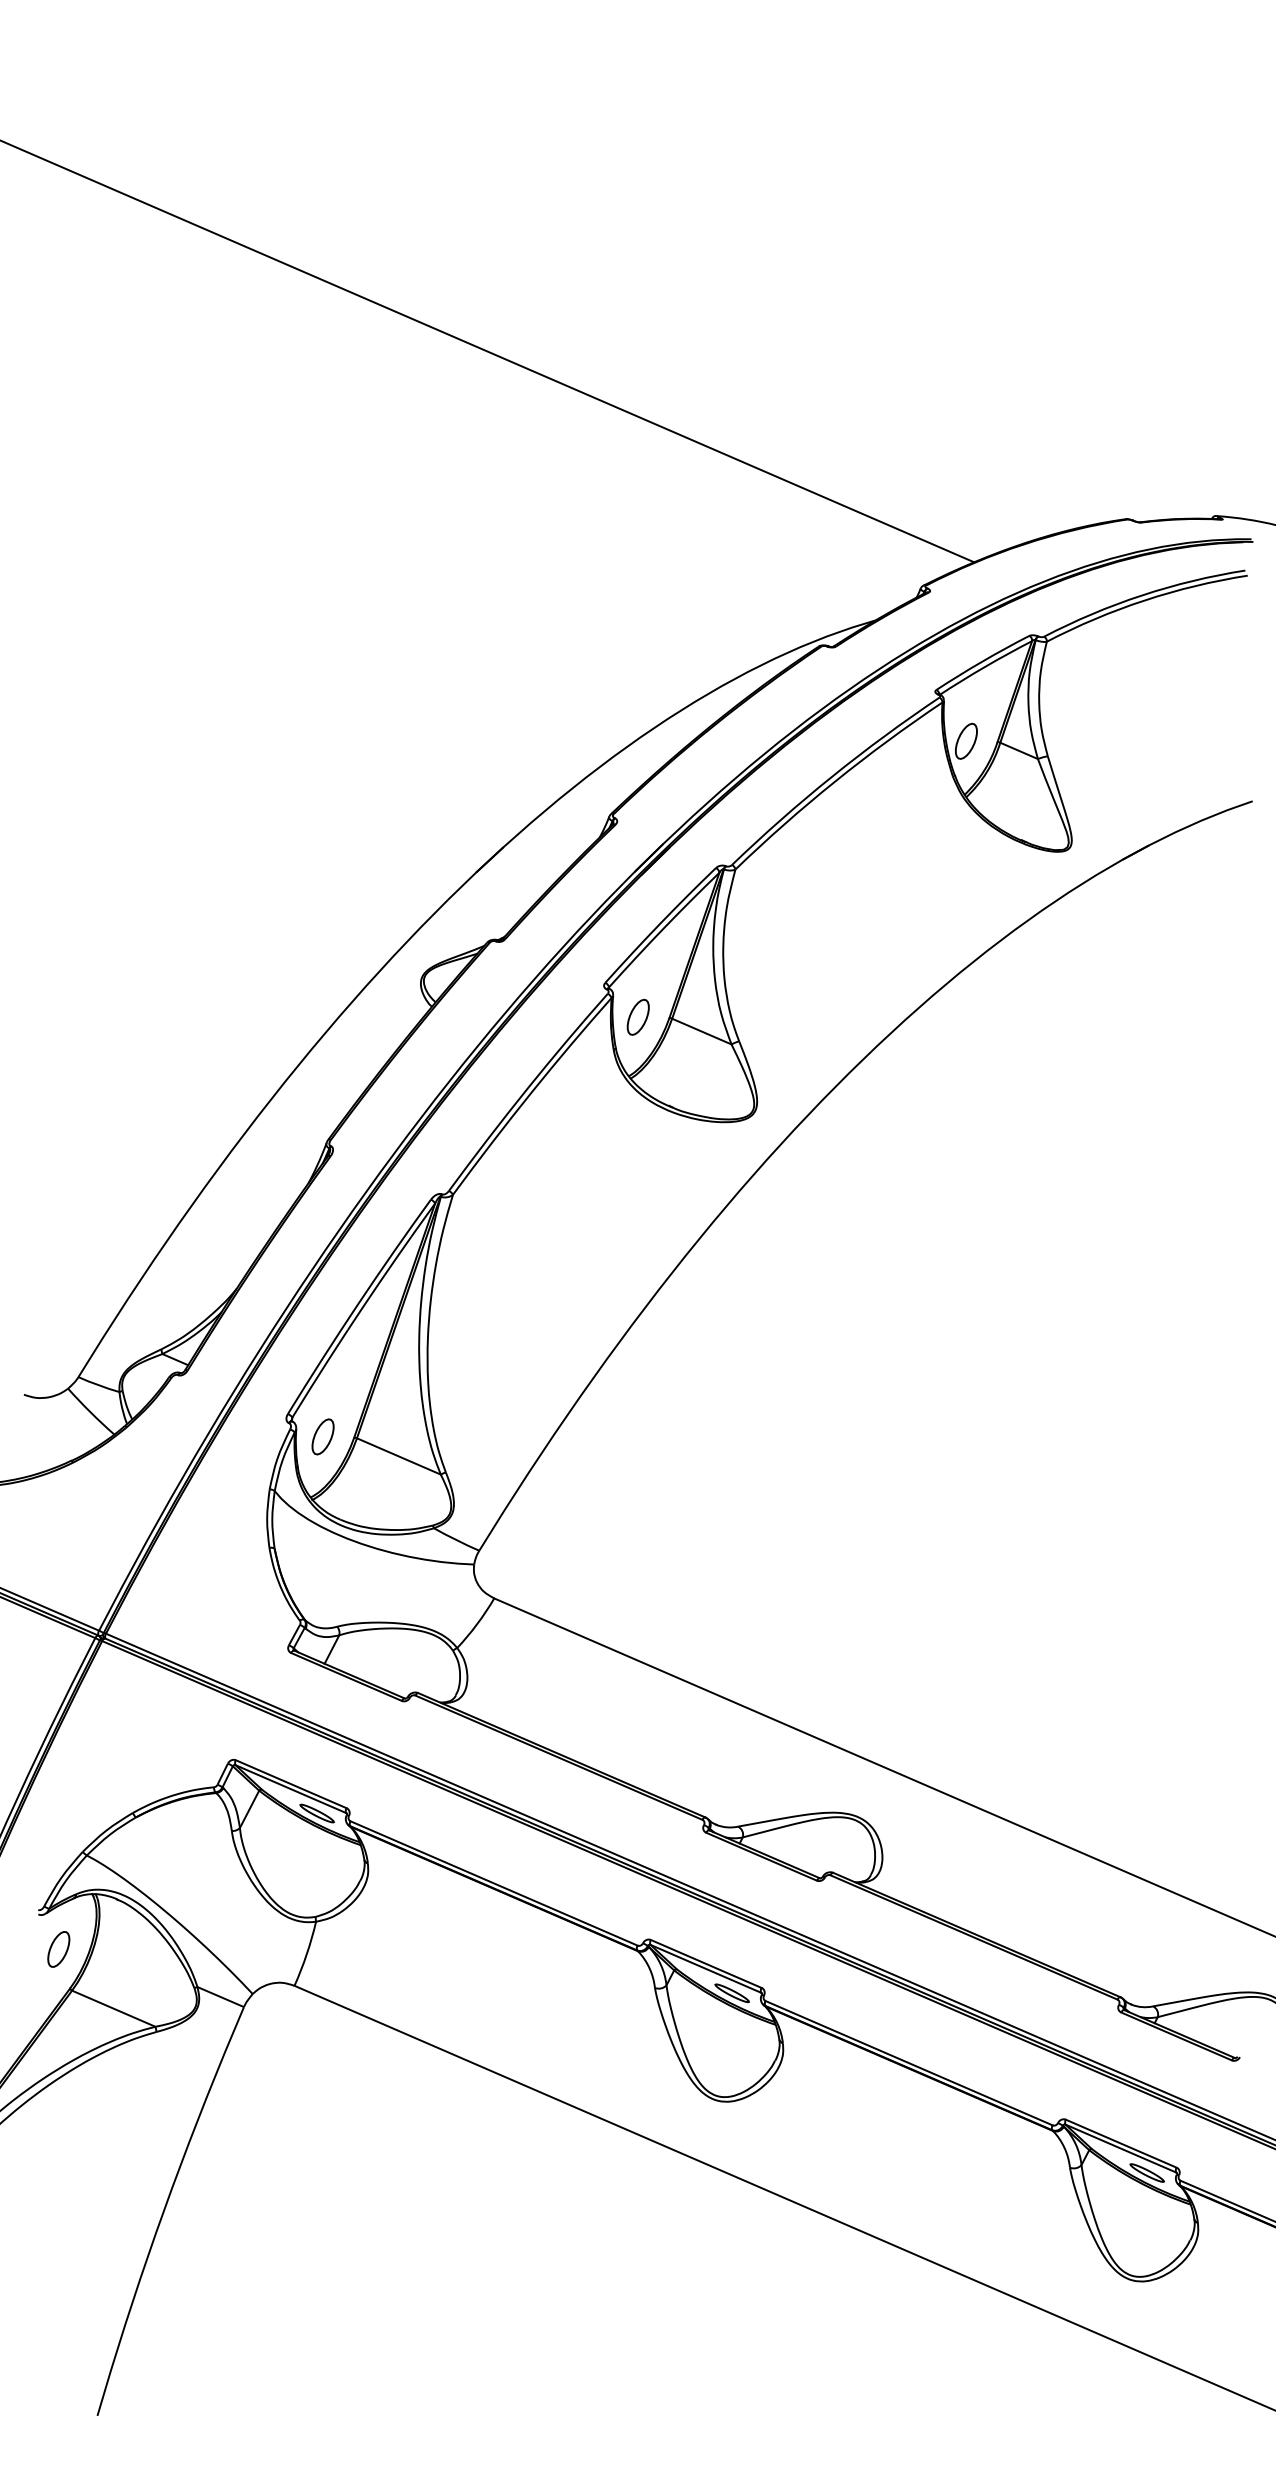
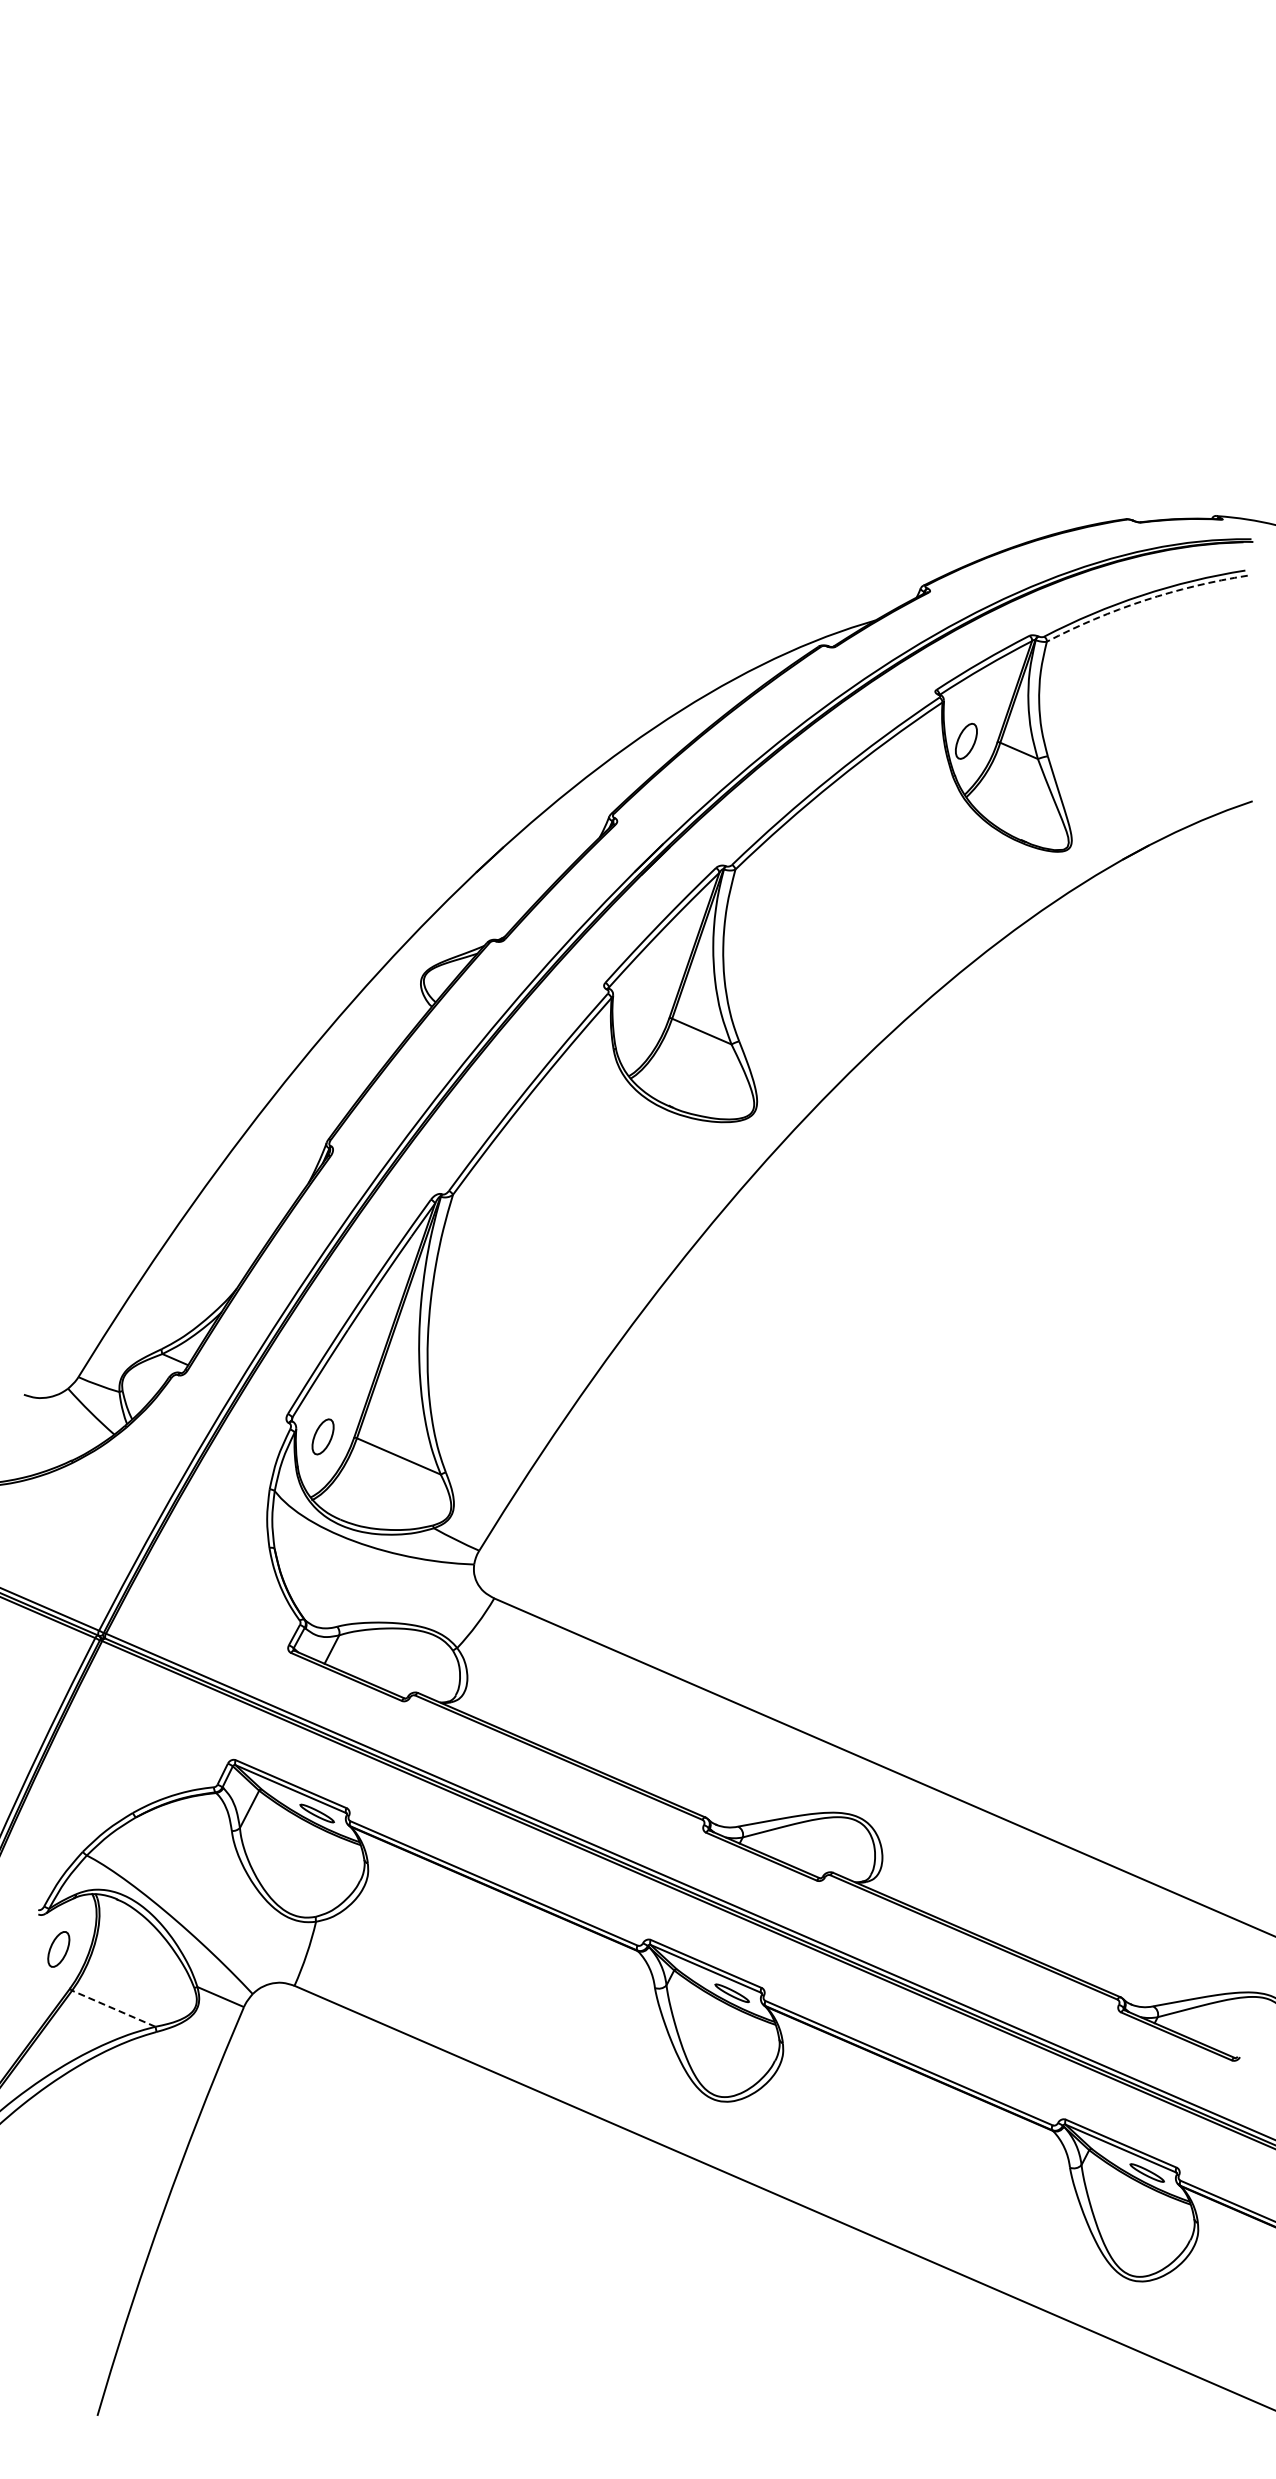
line at (488, 351): present -> none
arc at (1144, 600): solid -> dashed
part at (637, 1017): present -> none
line at (113, 2008): solid -> dashed
